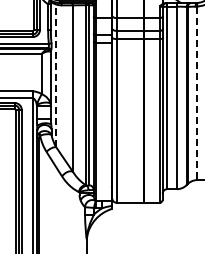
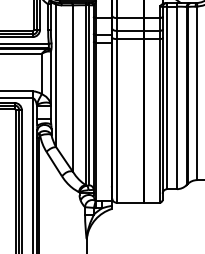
line at (56, 75): dashed -> solid
line at (197, 93): dashed -> solid
